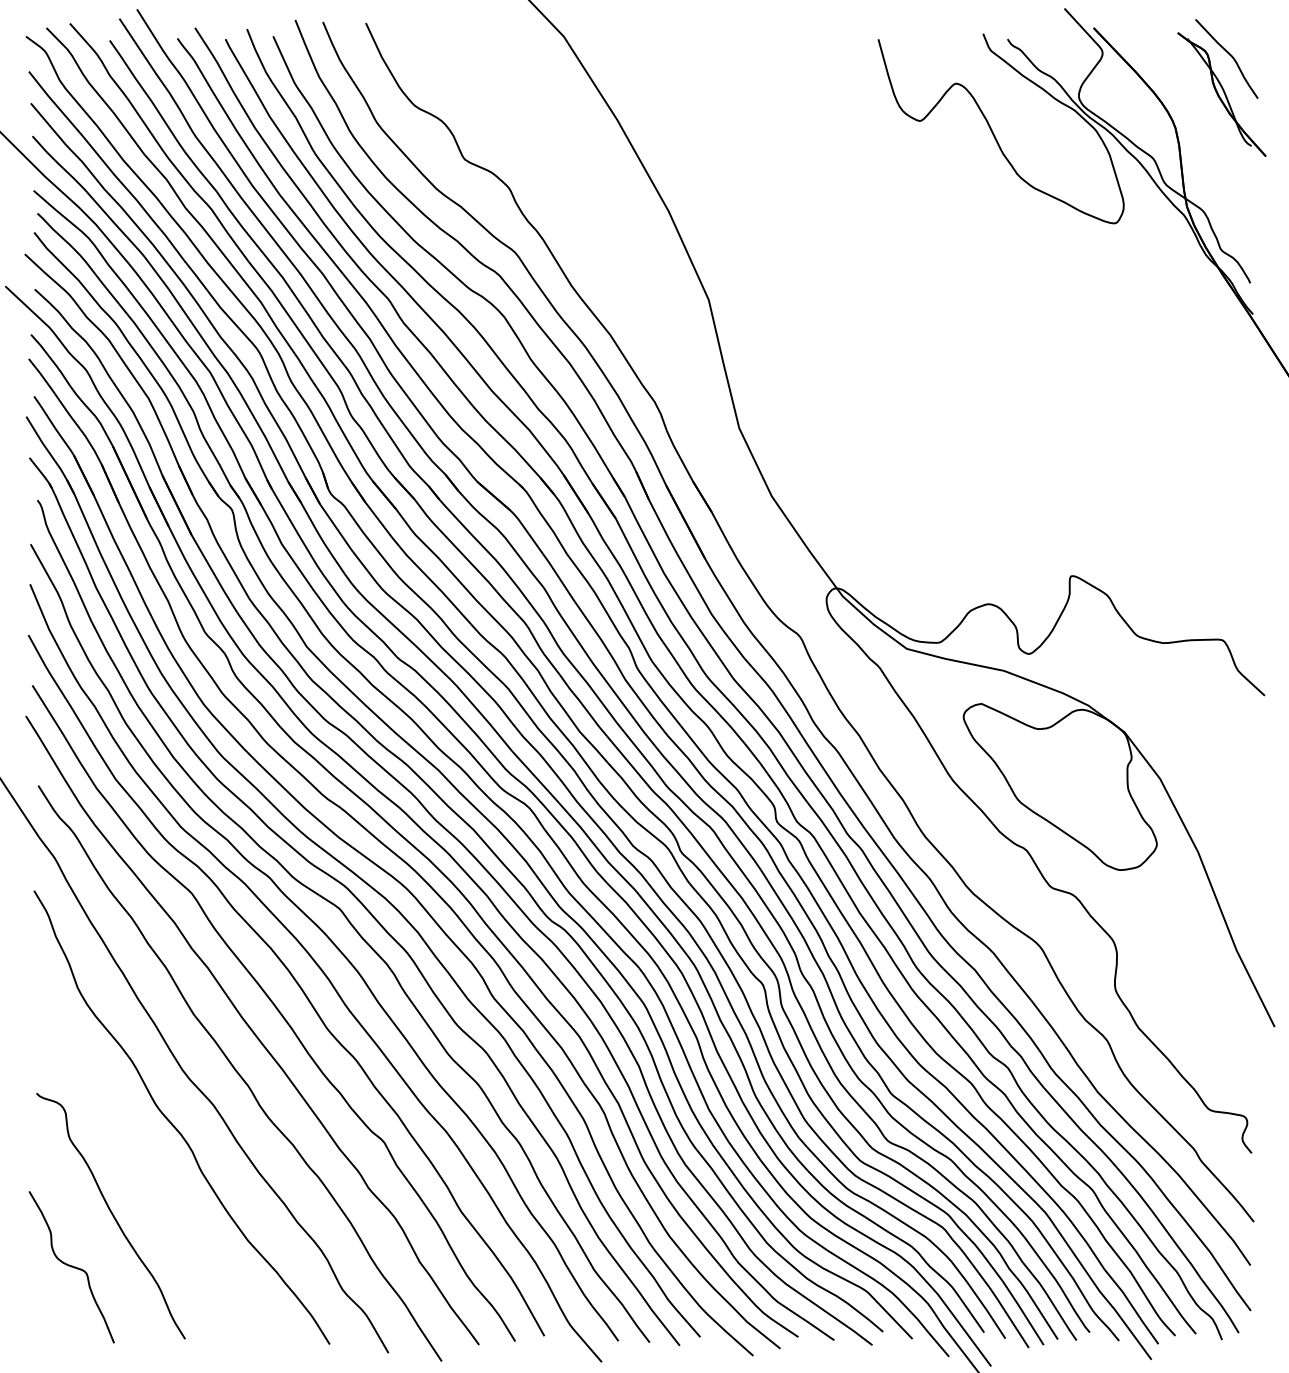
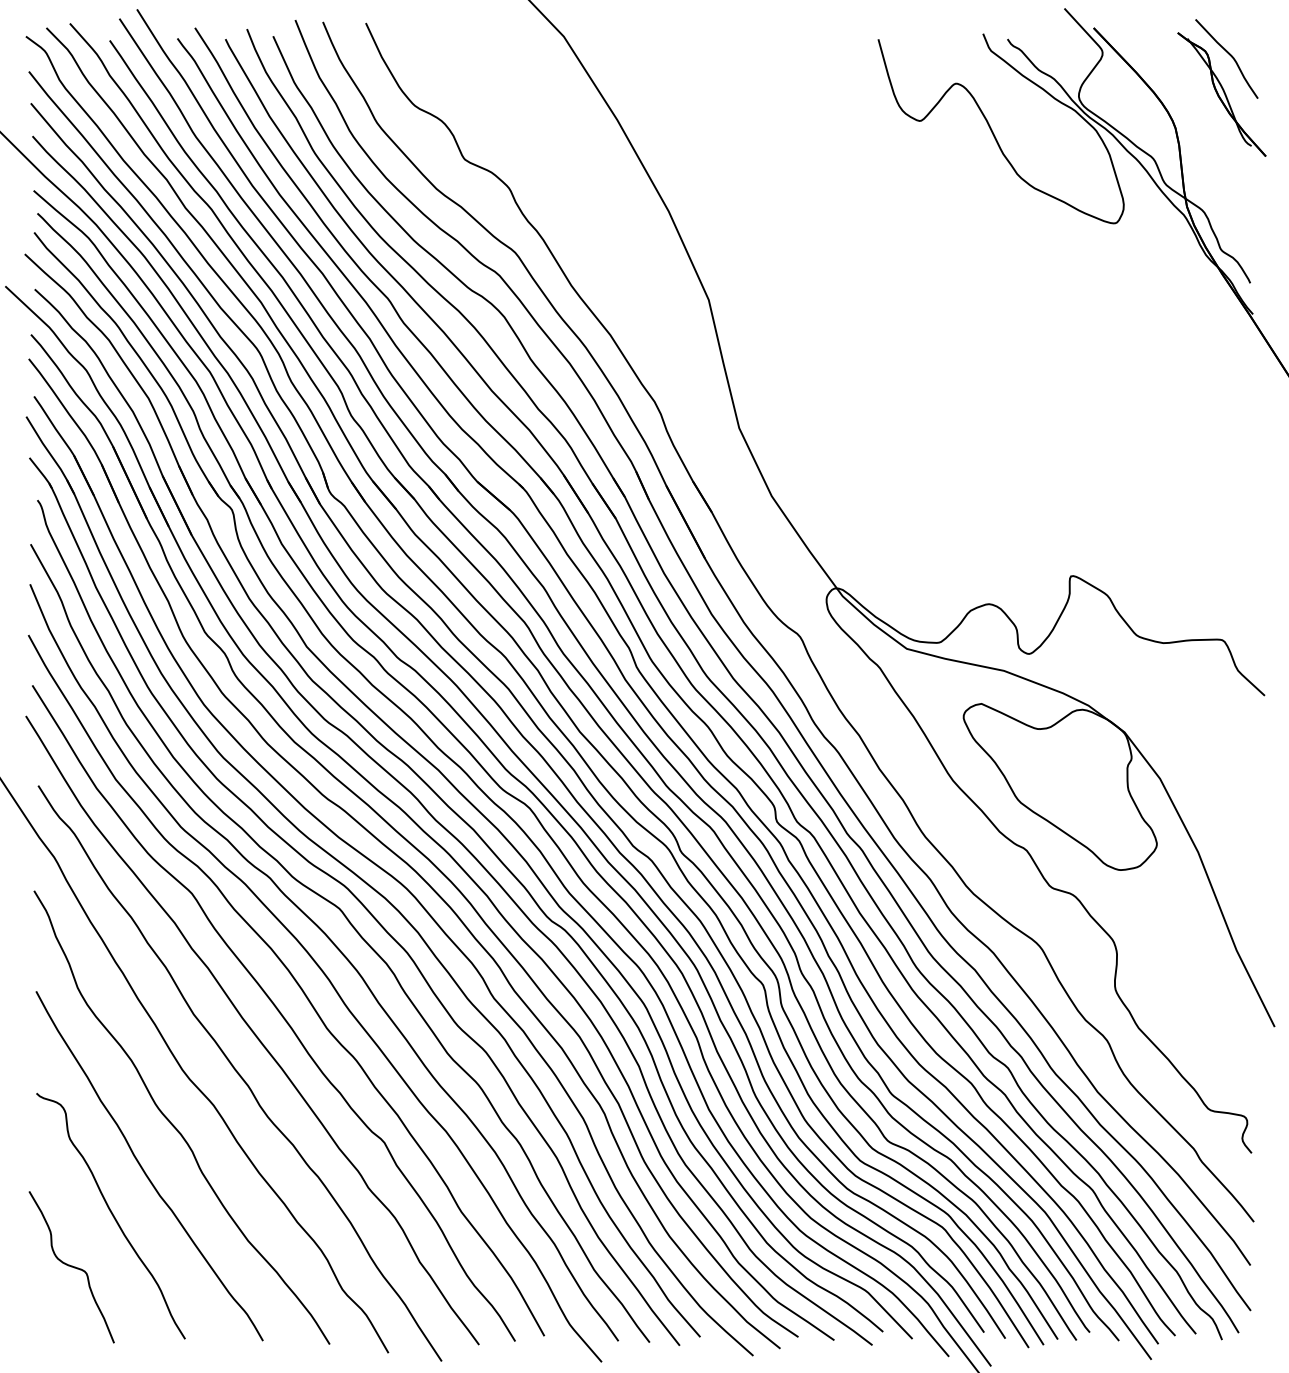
curve at (143, 1168): none -> present
